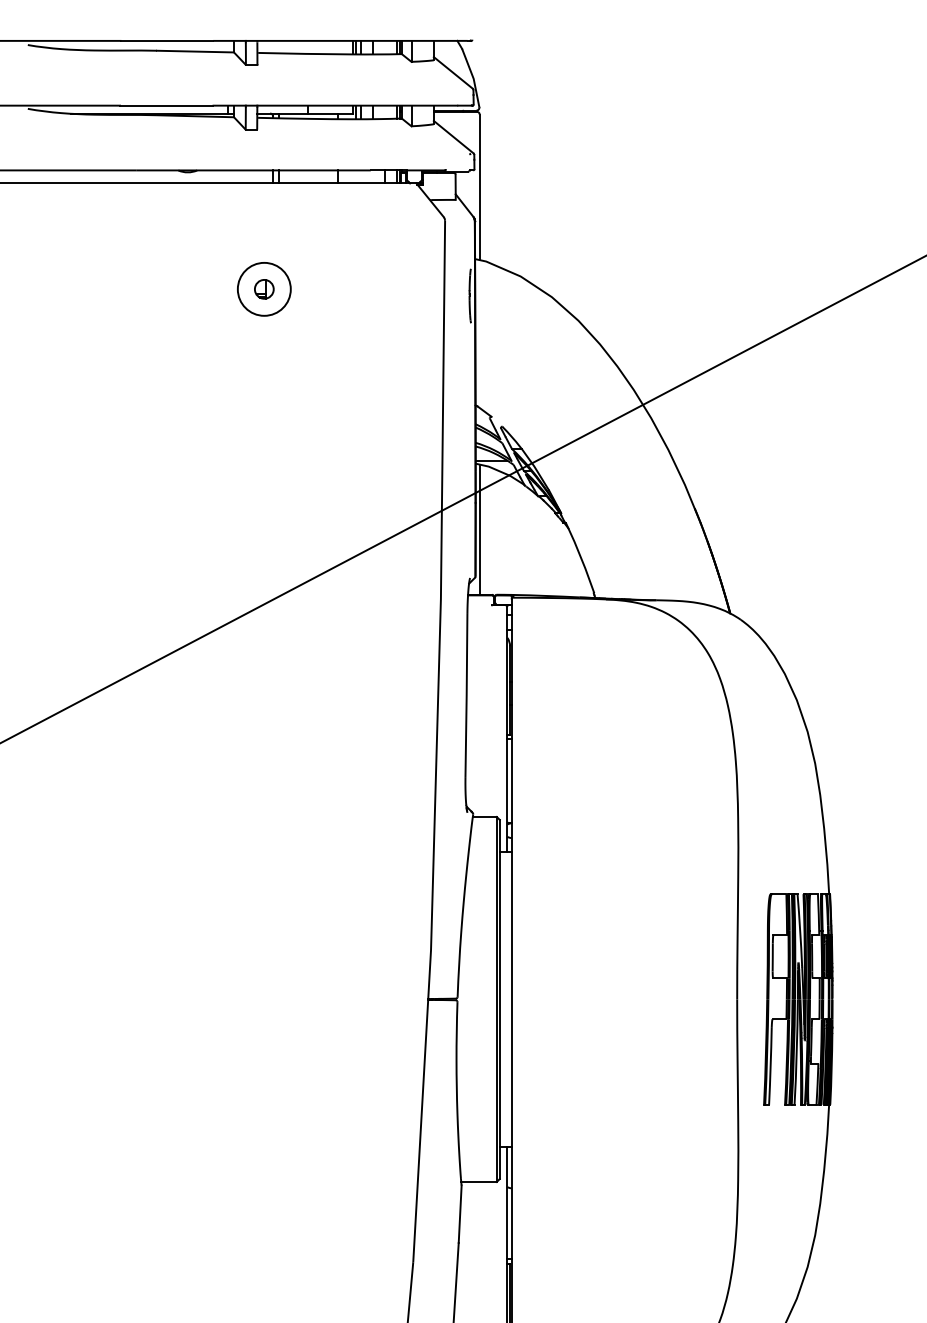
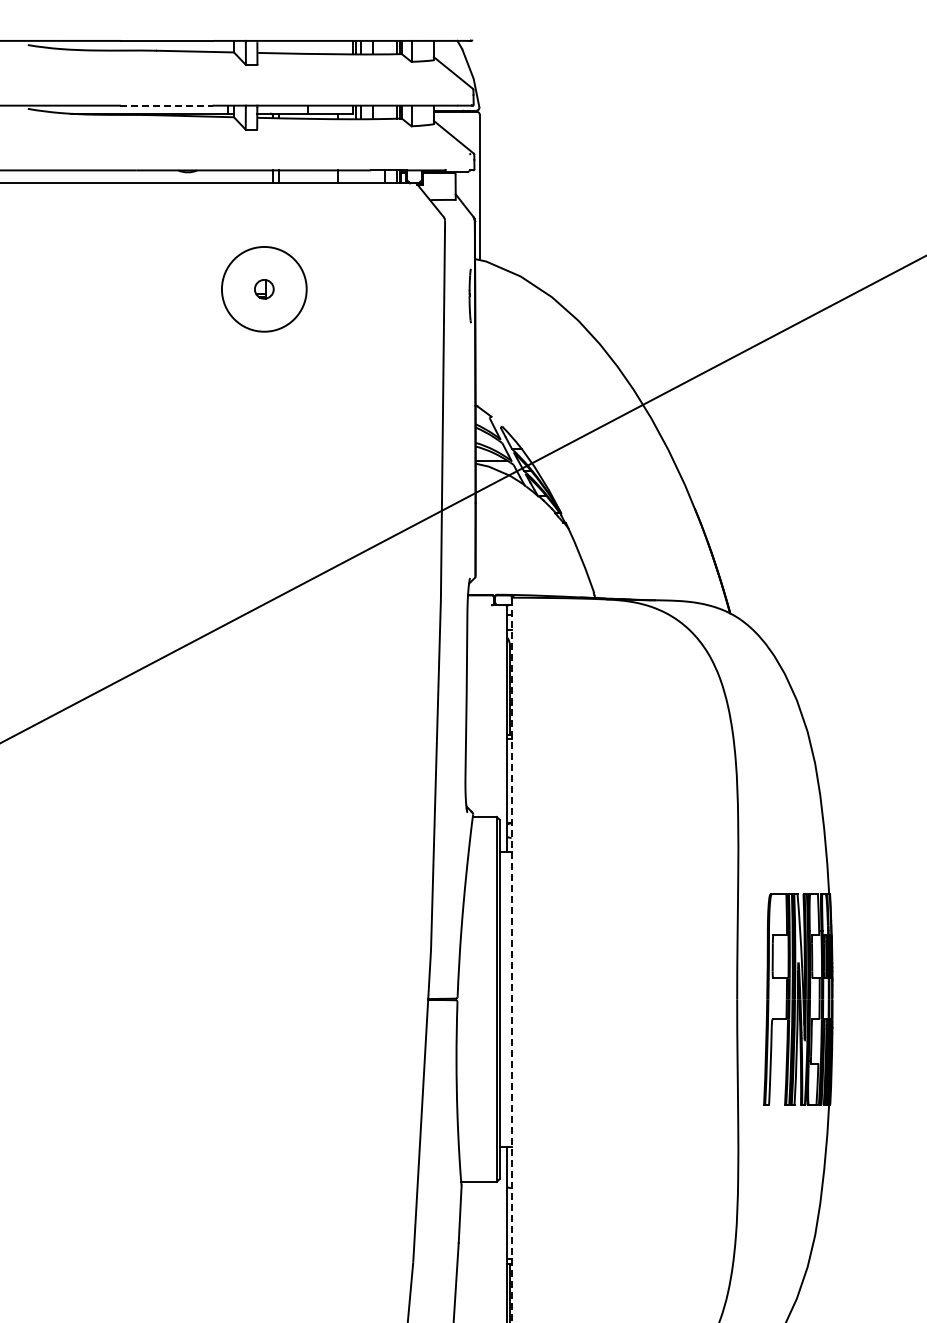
line at (166, 105): solid -> dashed
circle at (263, 288) diameter: 53 px -> 85 px
line at (479, 529): present -> none
line at (511, 960): solid -> dashed
